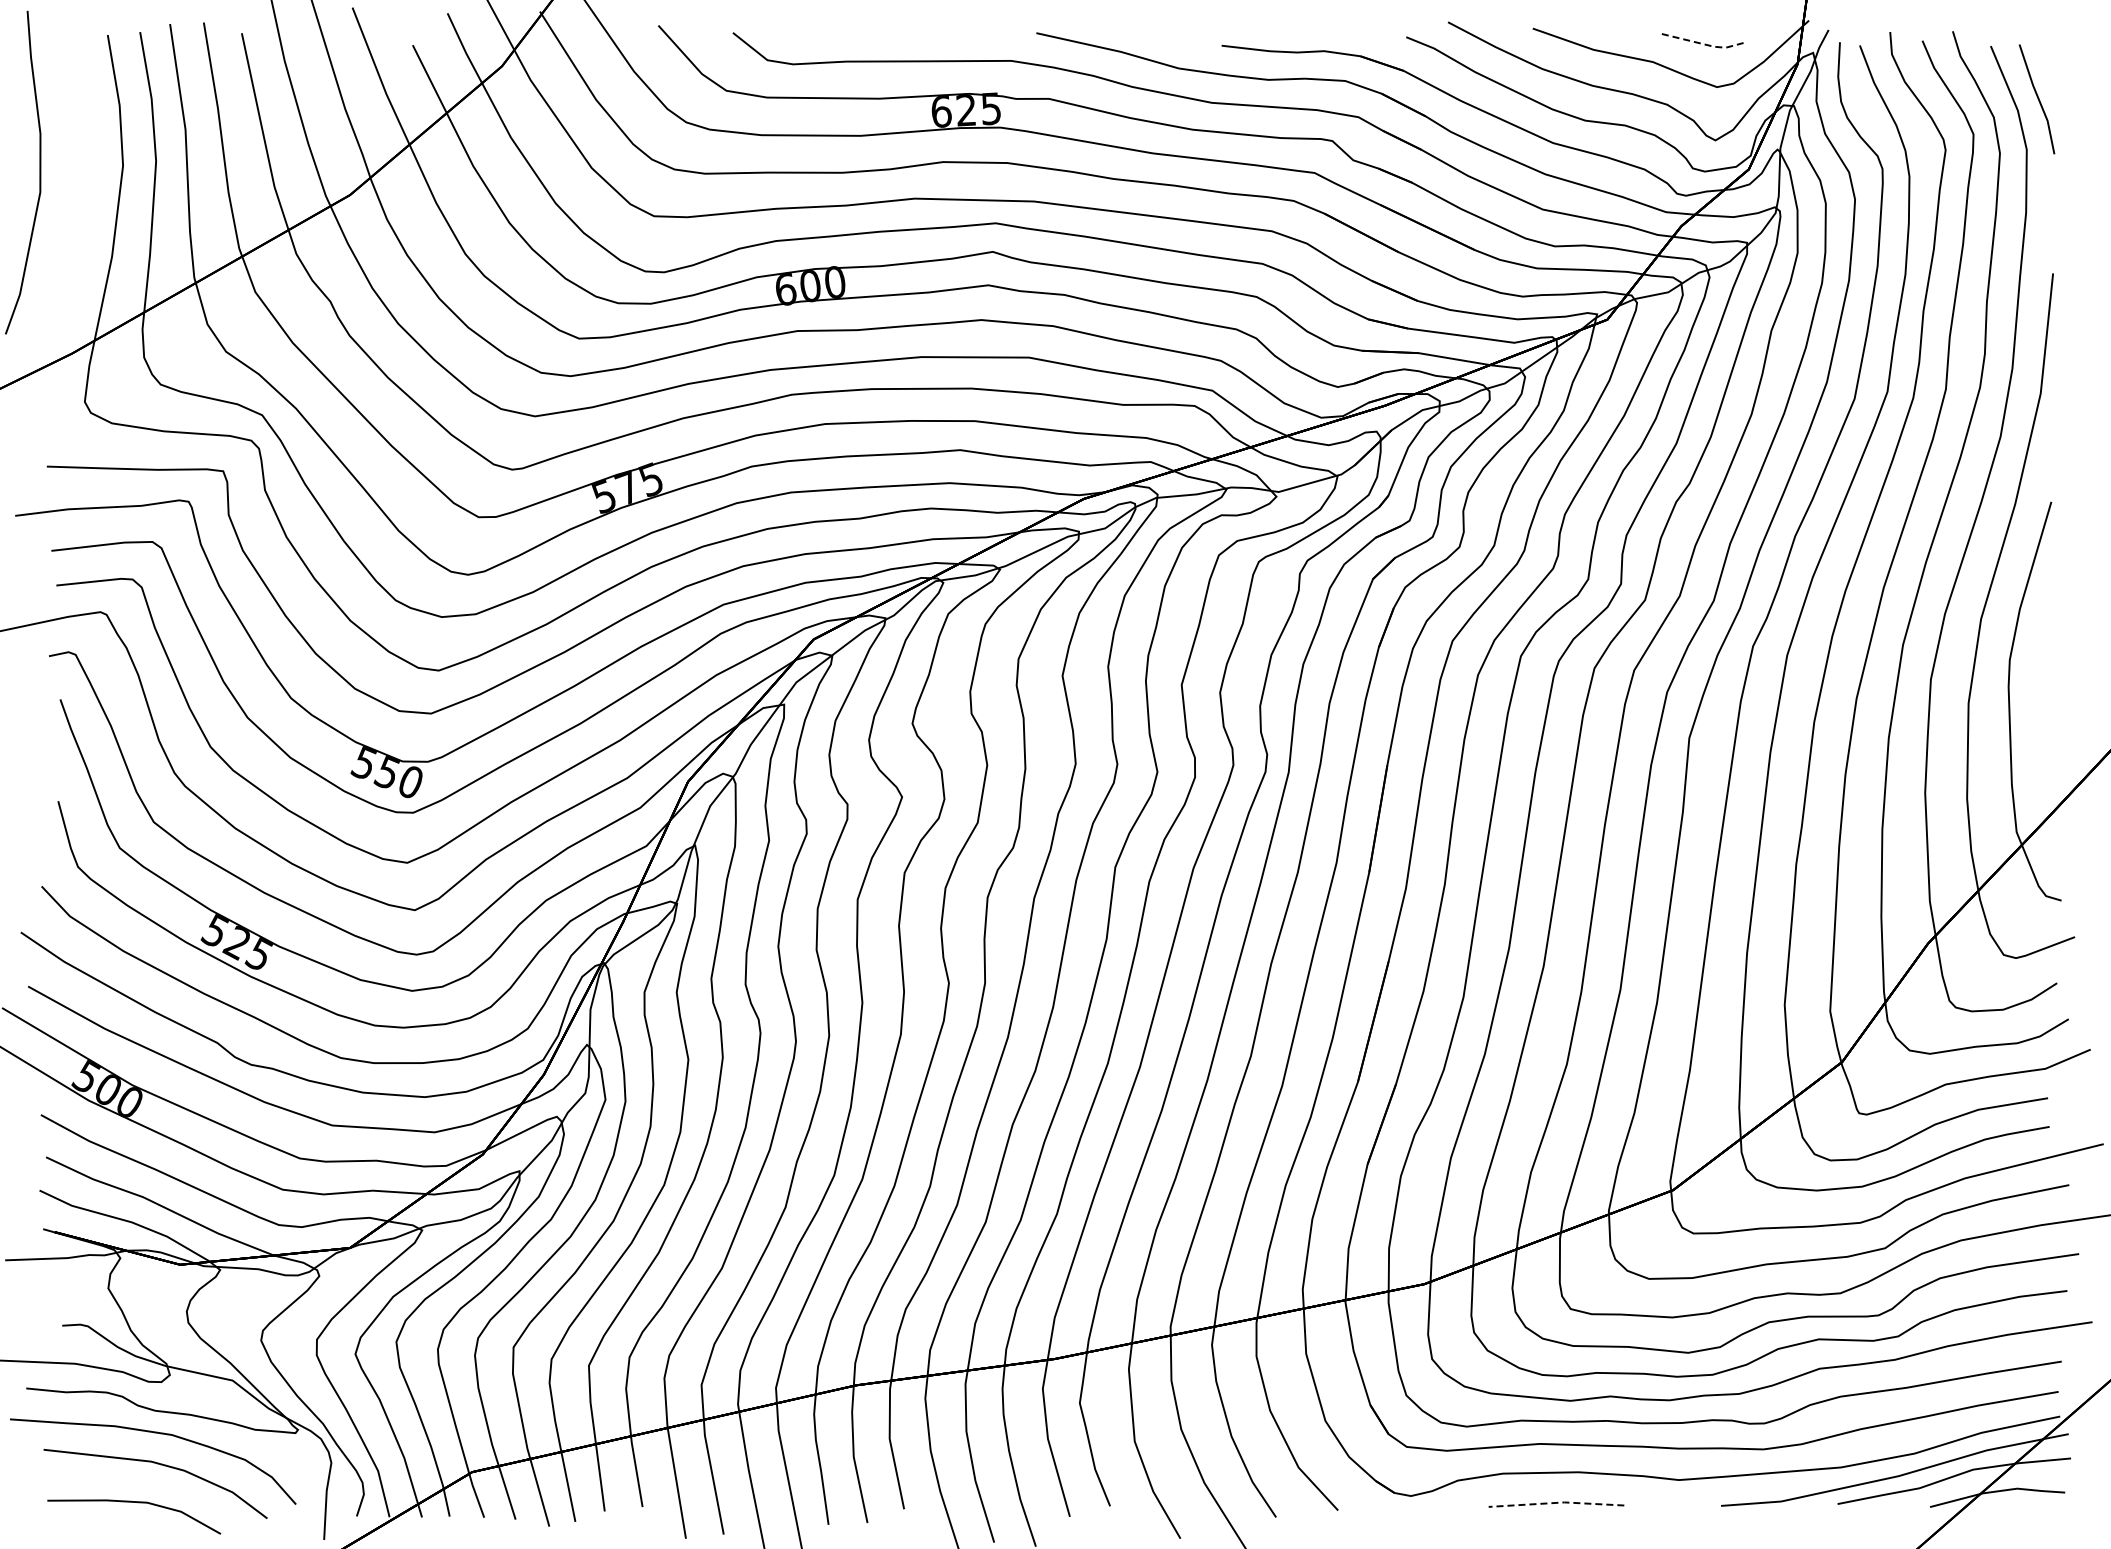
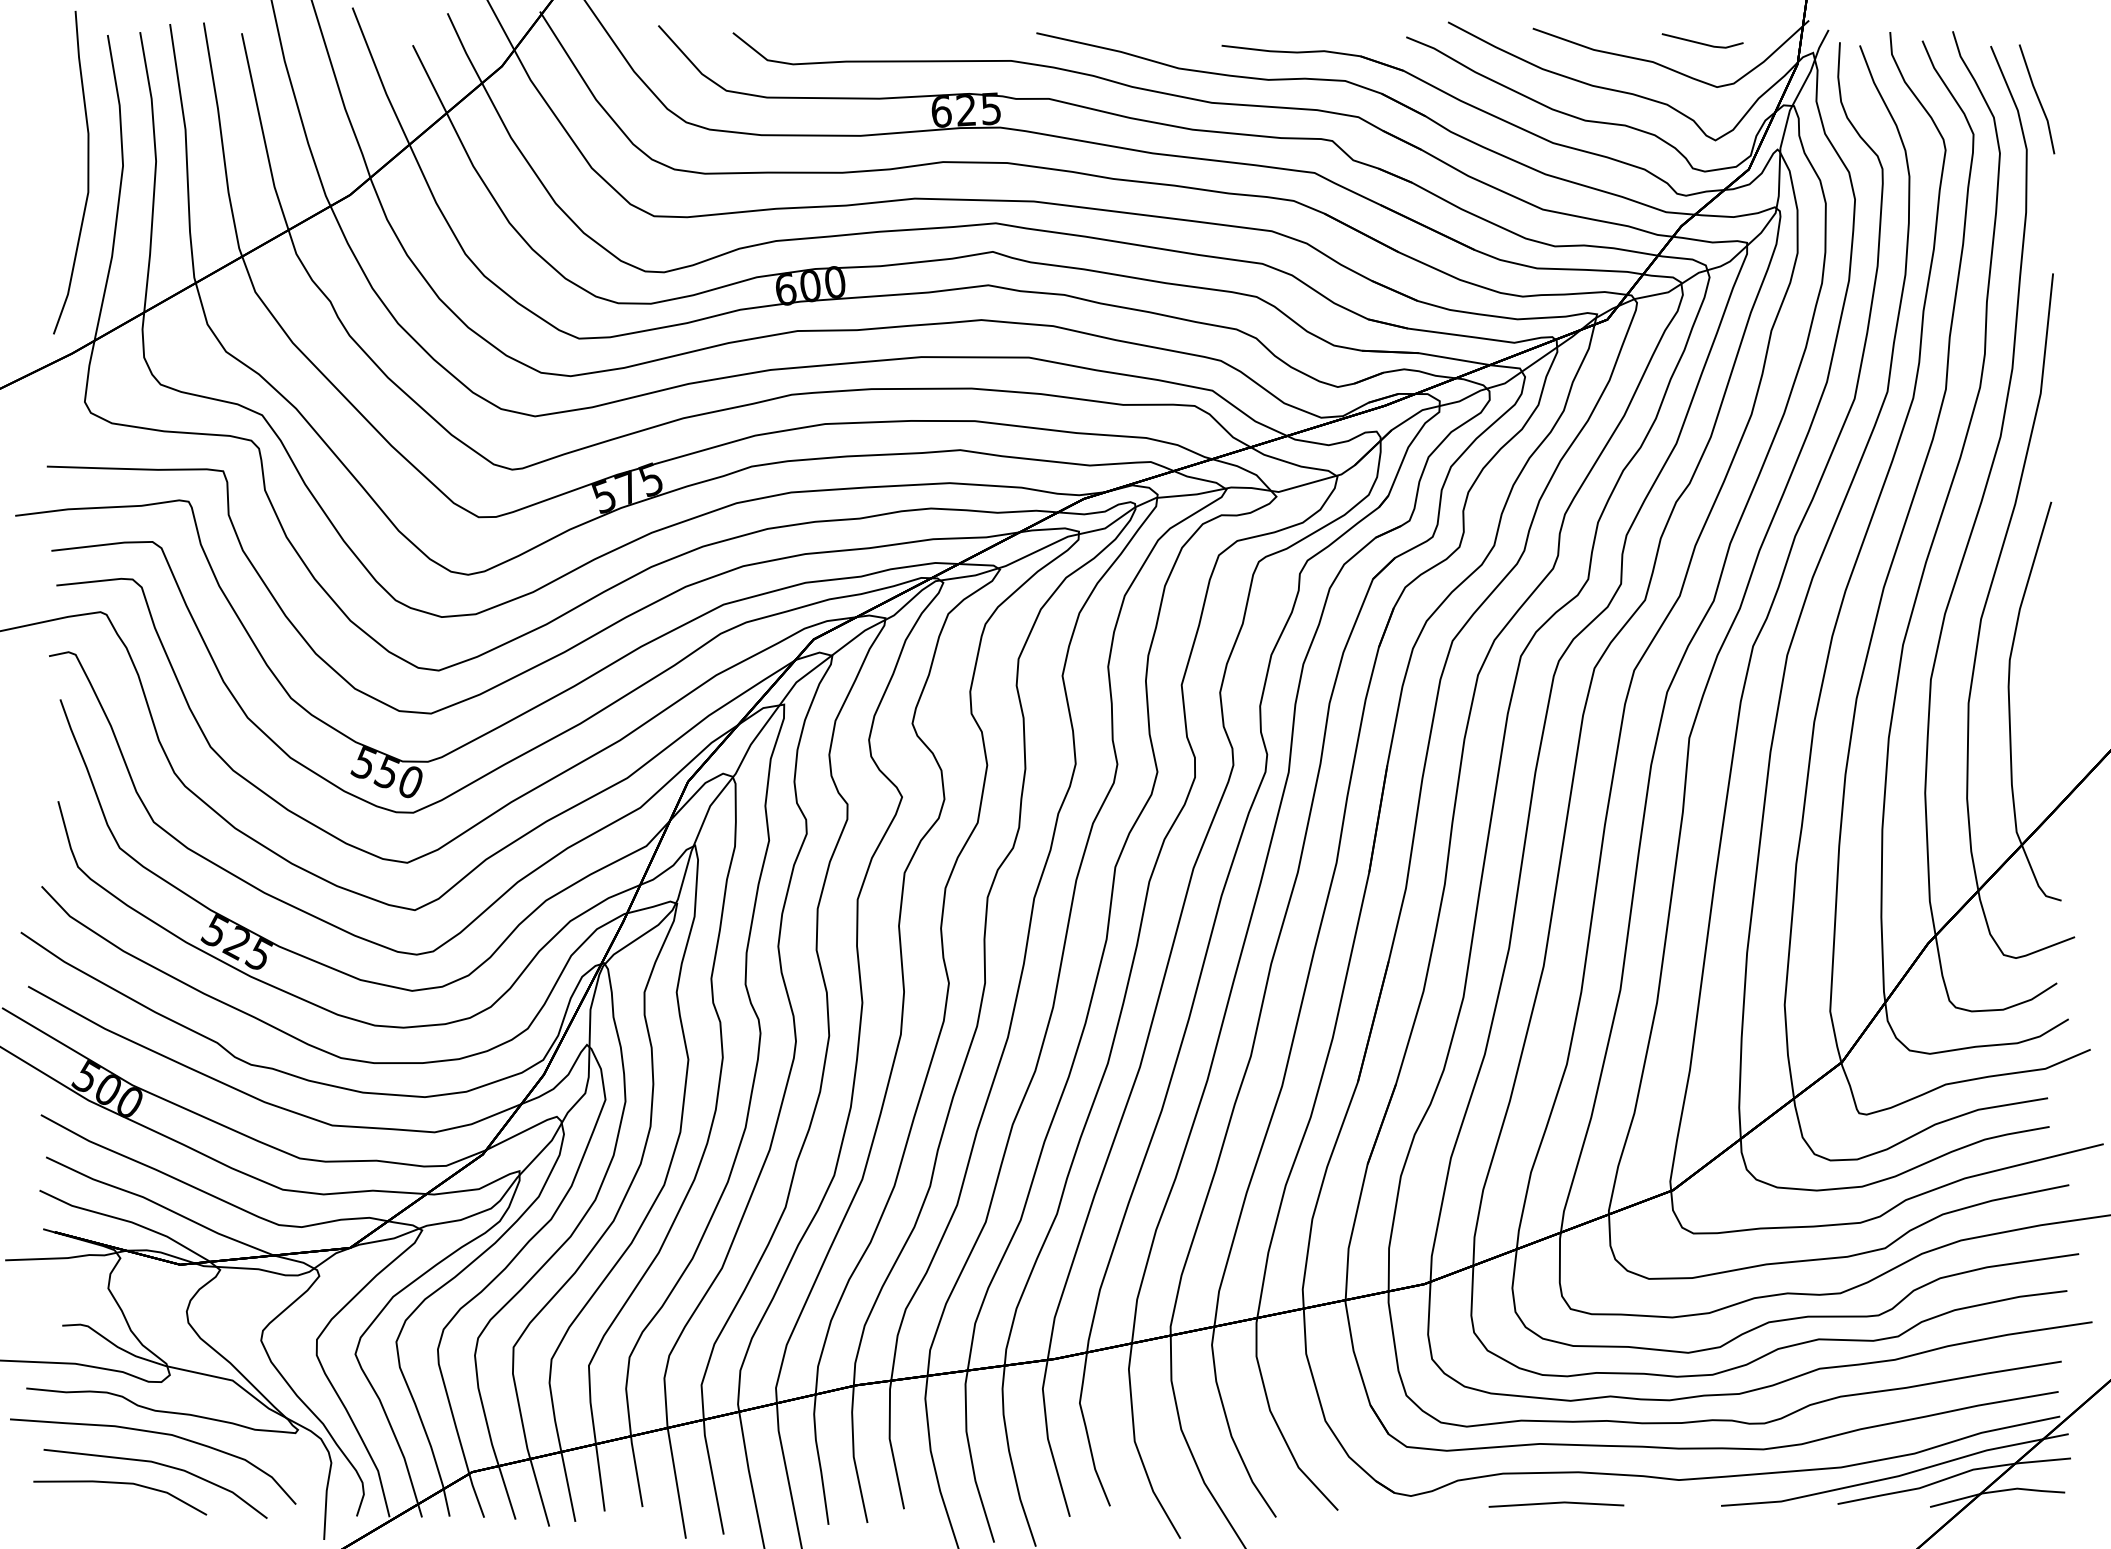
line at (1704, 44): dashed -> solid
curve at (39, 172) position: (39, 172) -> (87, 172)
line at (1556, 1502): dashed -> solid
line at (138, 1503) position: (138, 1503) -> (124, 1484)
